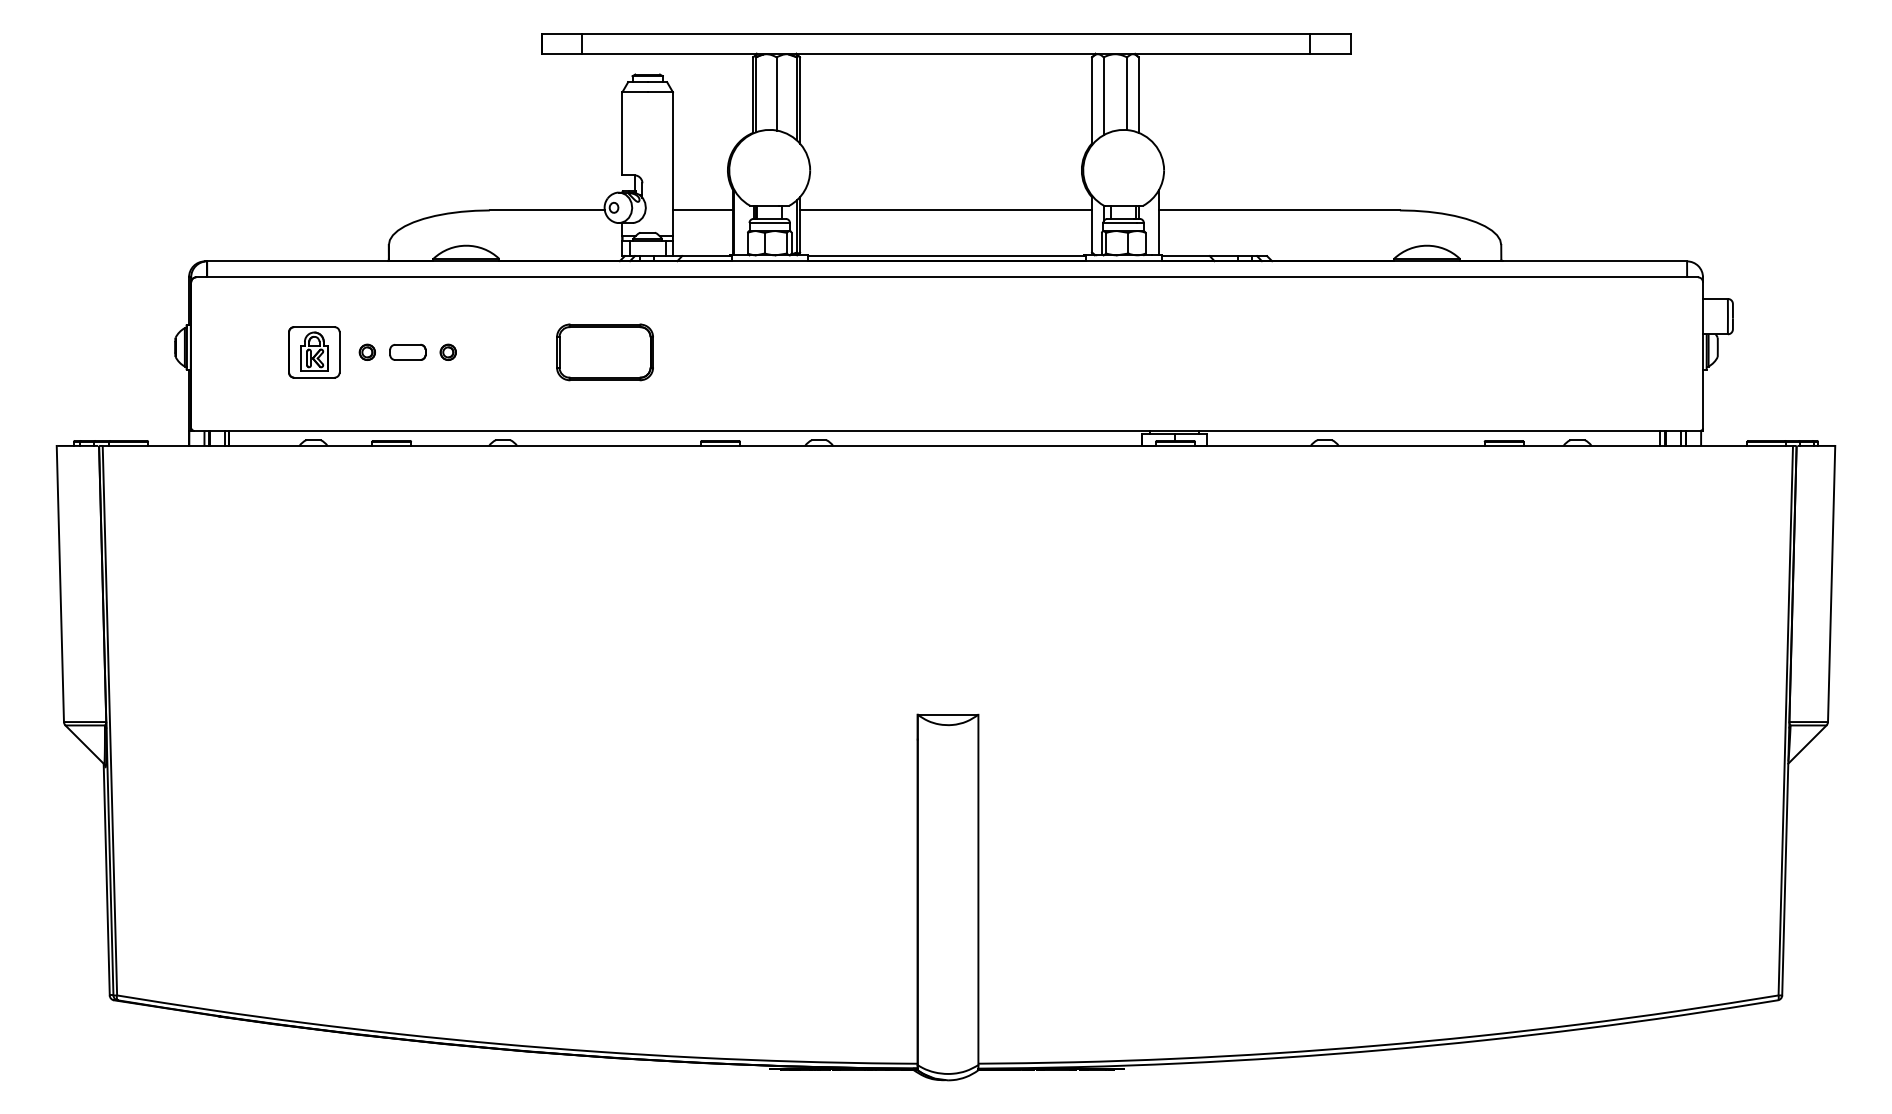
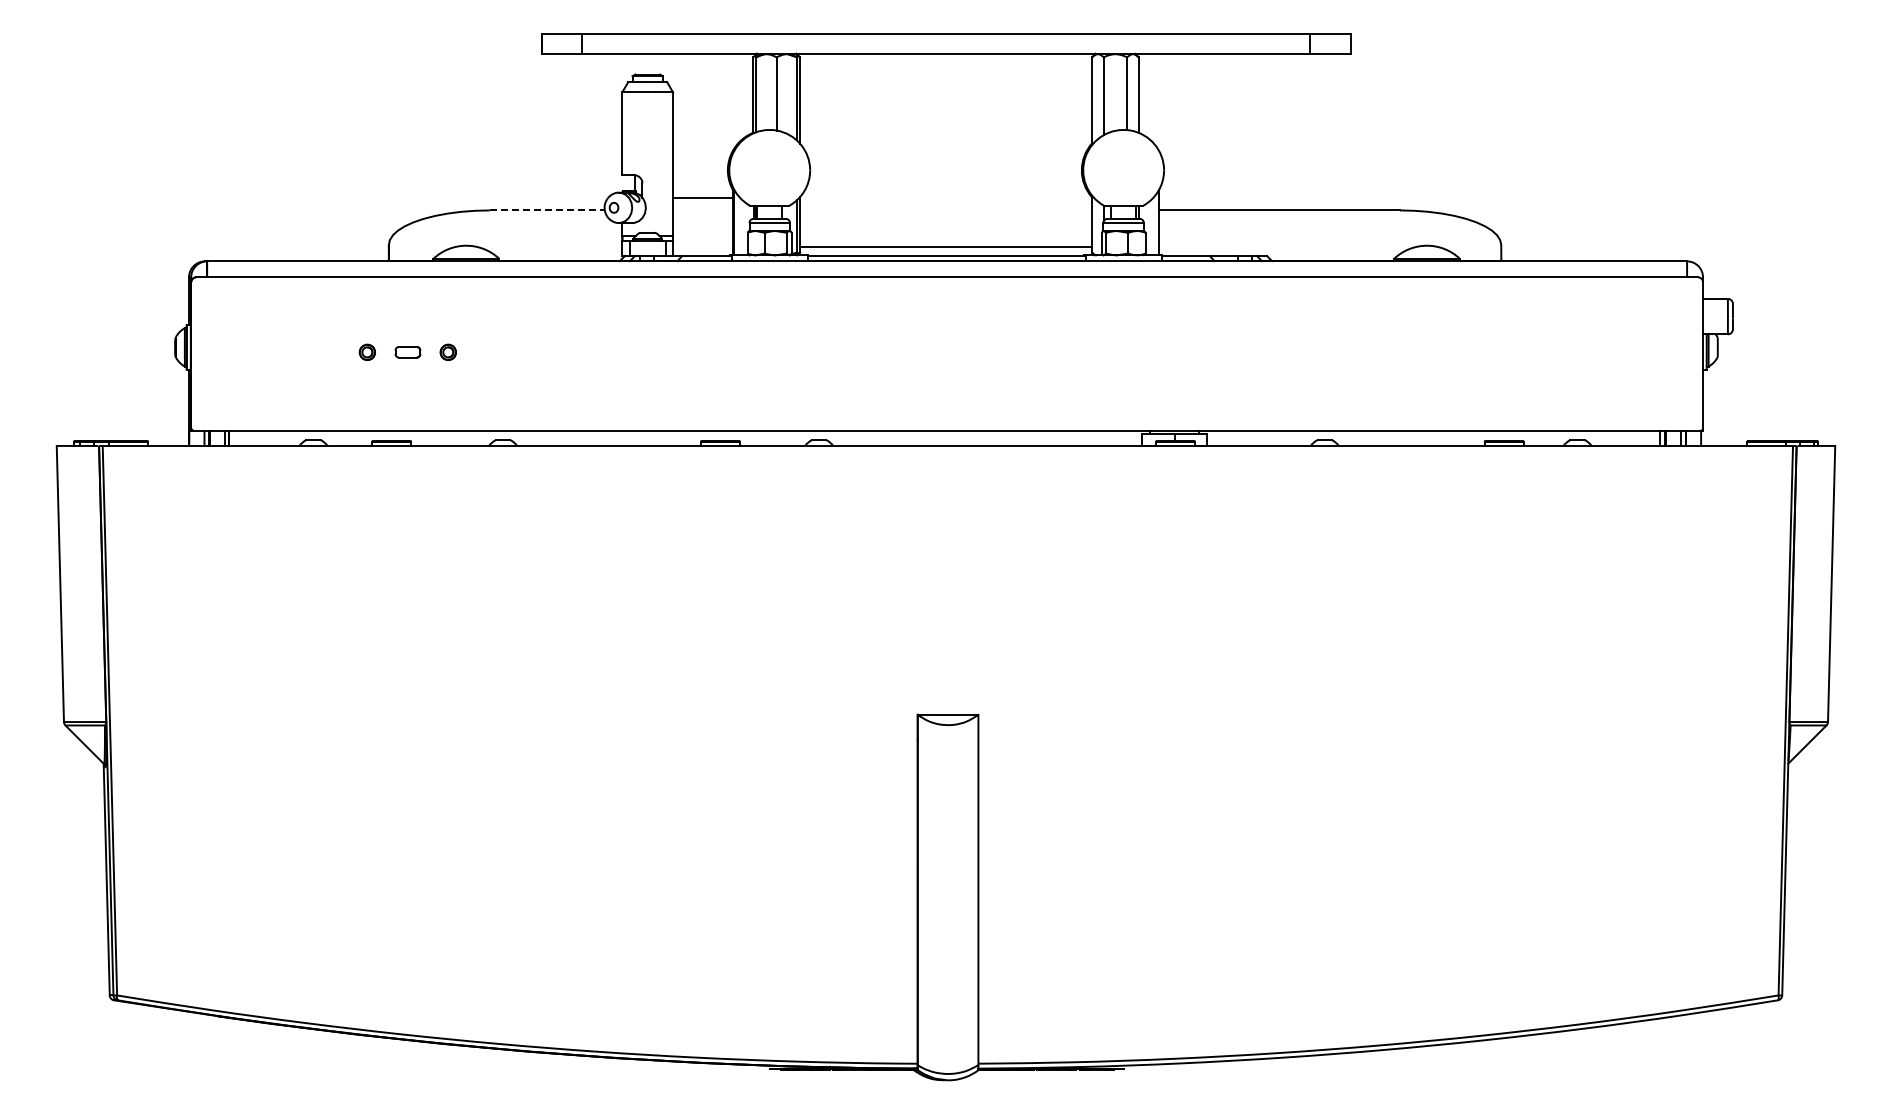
line at (547, 210): solid -> dashed
line at (702, 210) position: (702, 210) -> (702, 198)
line at (945, 210) position: (945, 210) -> (945, 247)
part at (407, 351) size: 38x18 px -> 28x13 px
part at (314, 352): present -> none
part at (604, 352): present -> none
